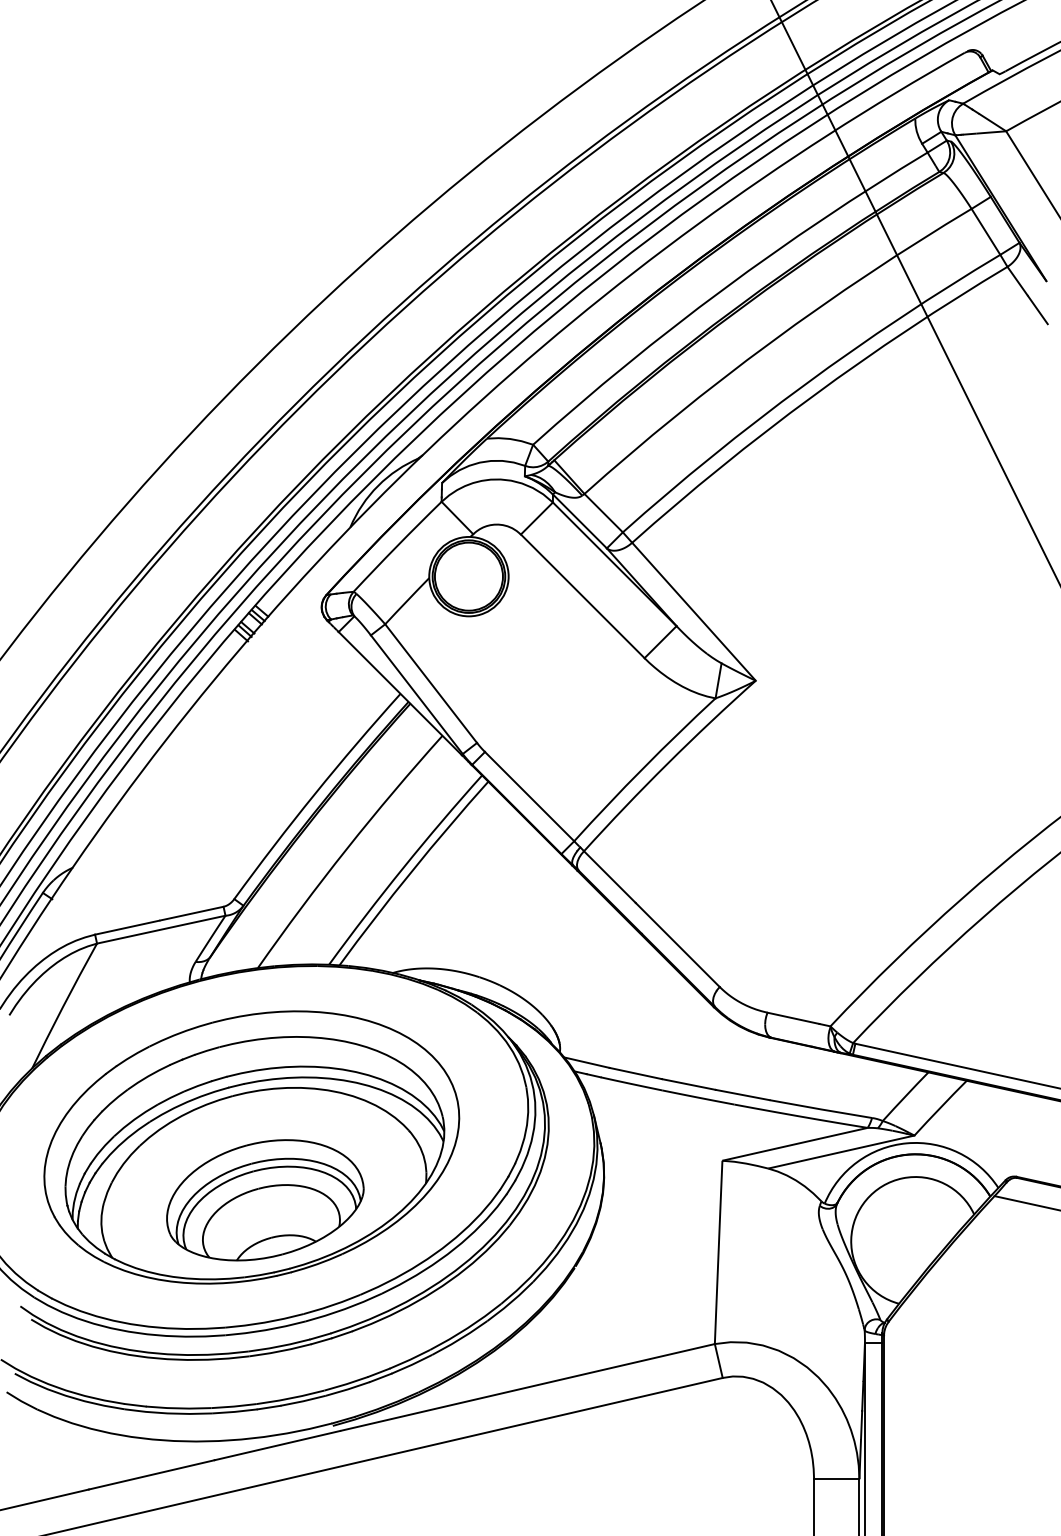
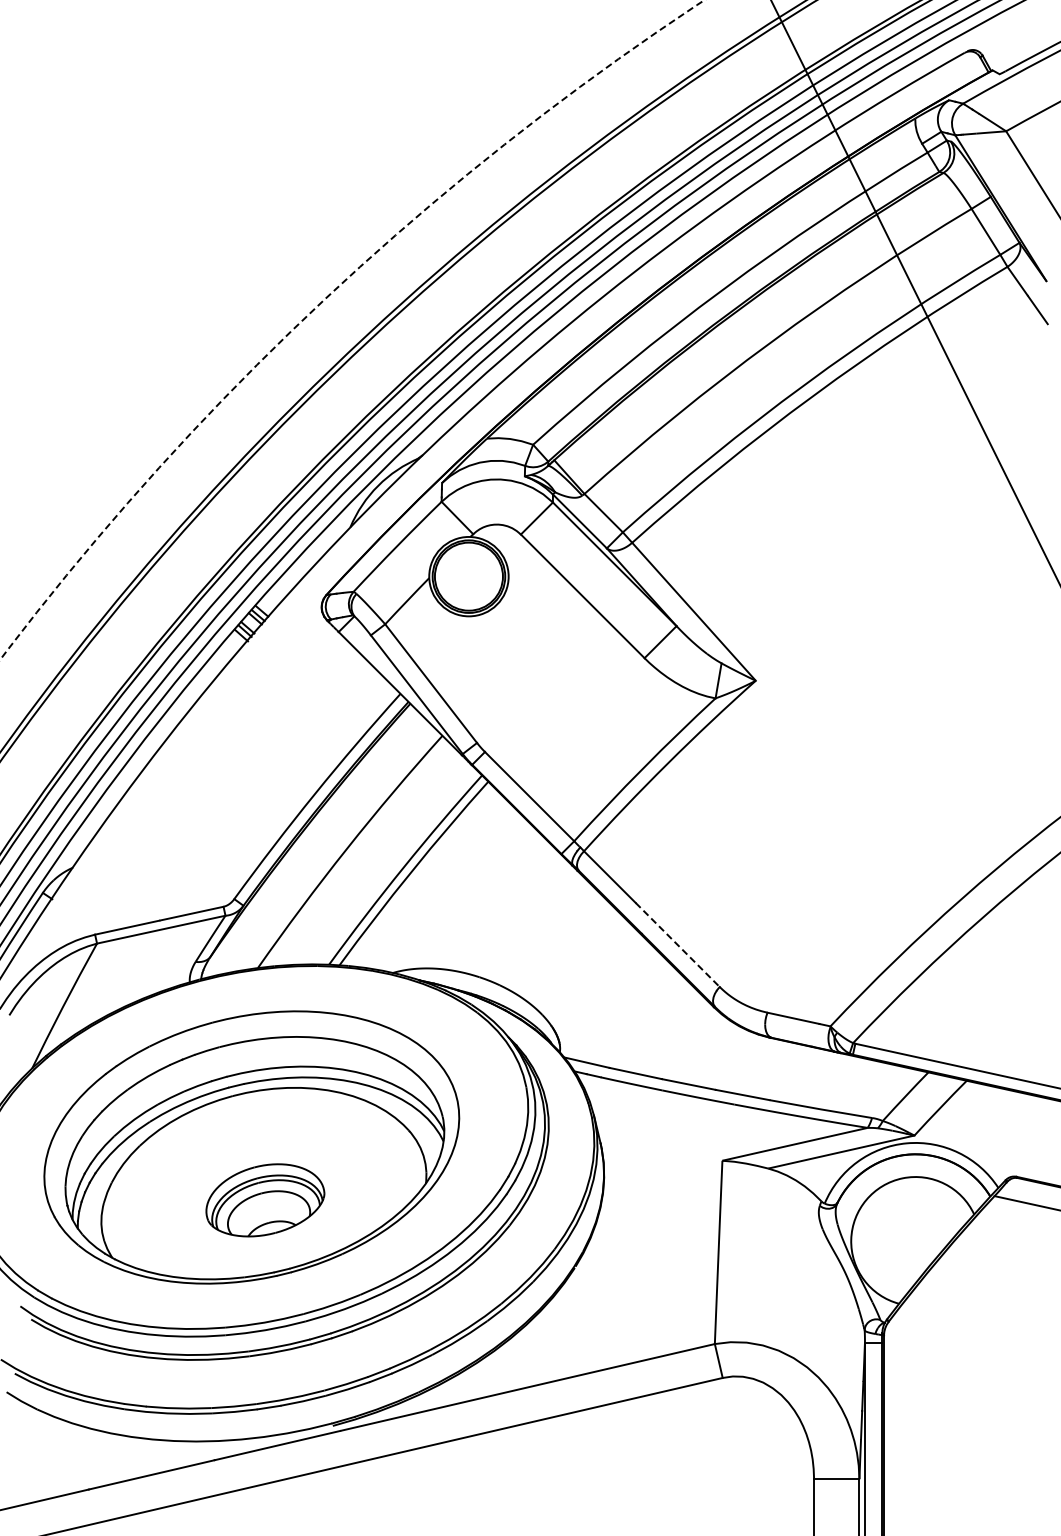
arc at (323, 300): solid -> dashed
line at (678, 945): solid -> dashed
part at (265, 1200) size: 199x123 px -> 121x75 px
